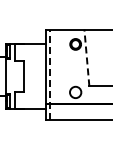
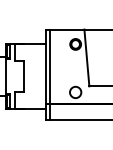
line at (86, 57): dashed -> solid
line at (50, 74): dashed -> solid
